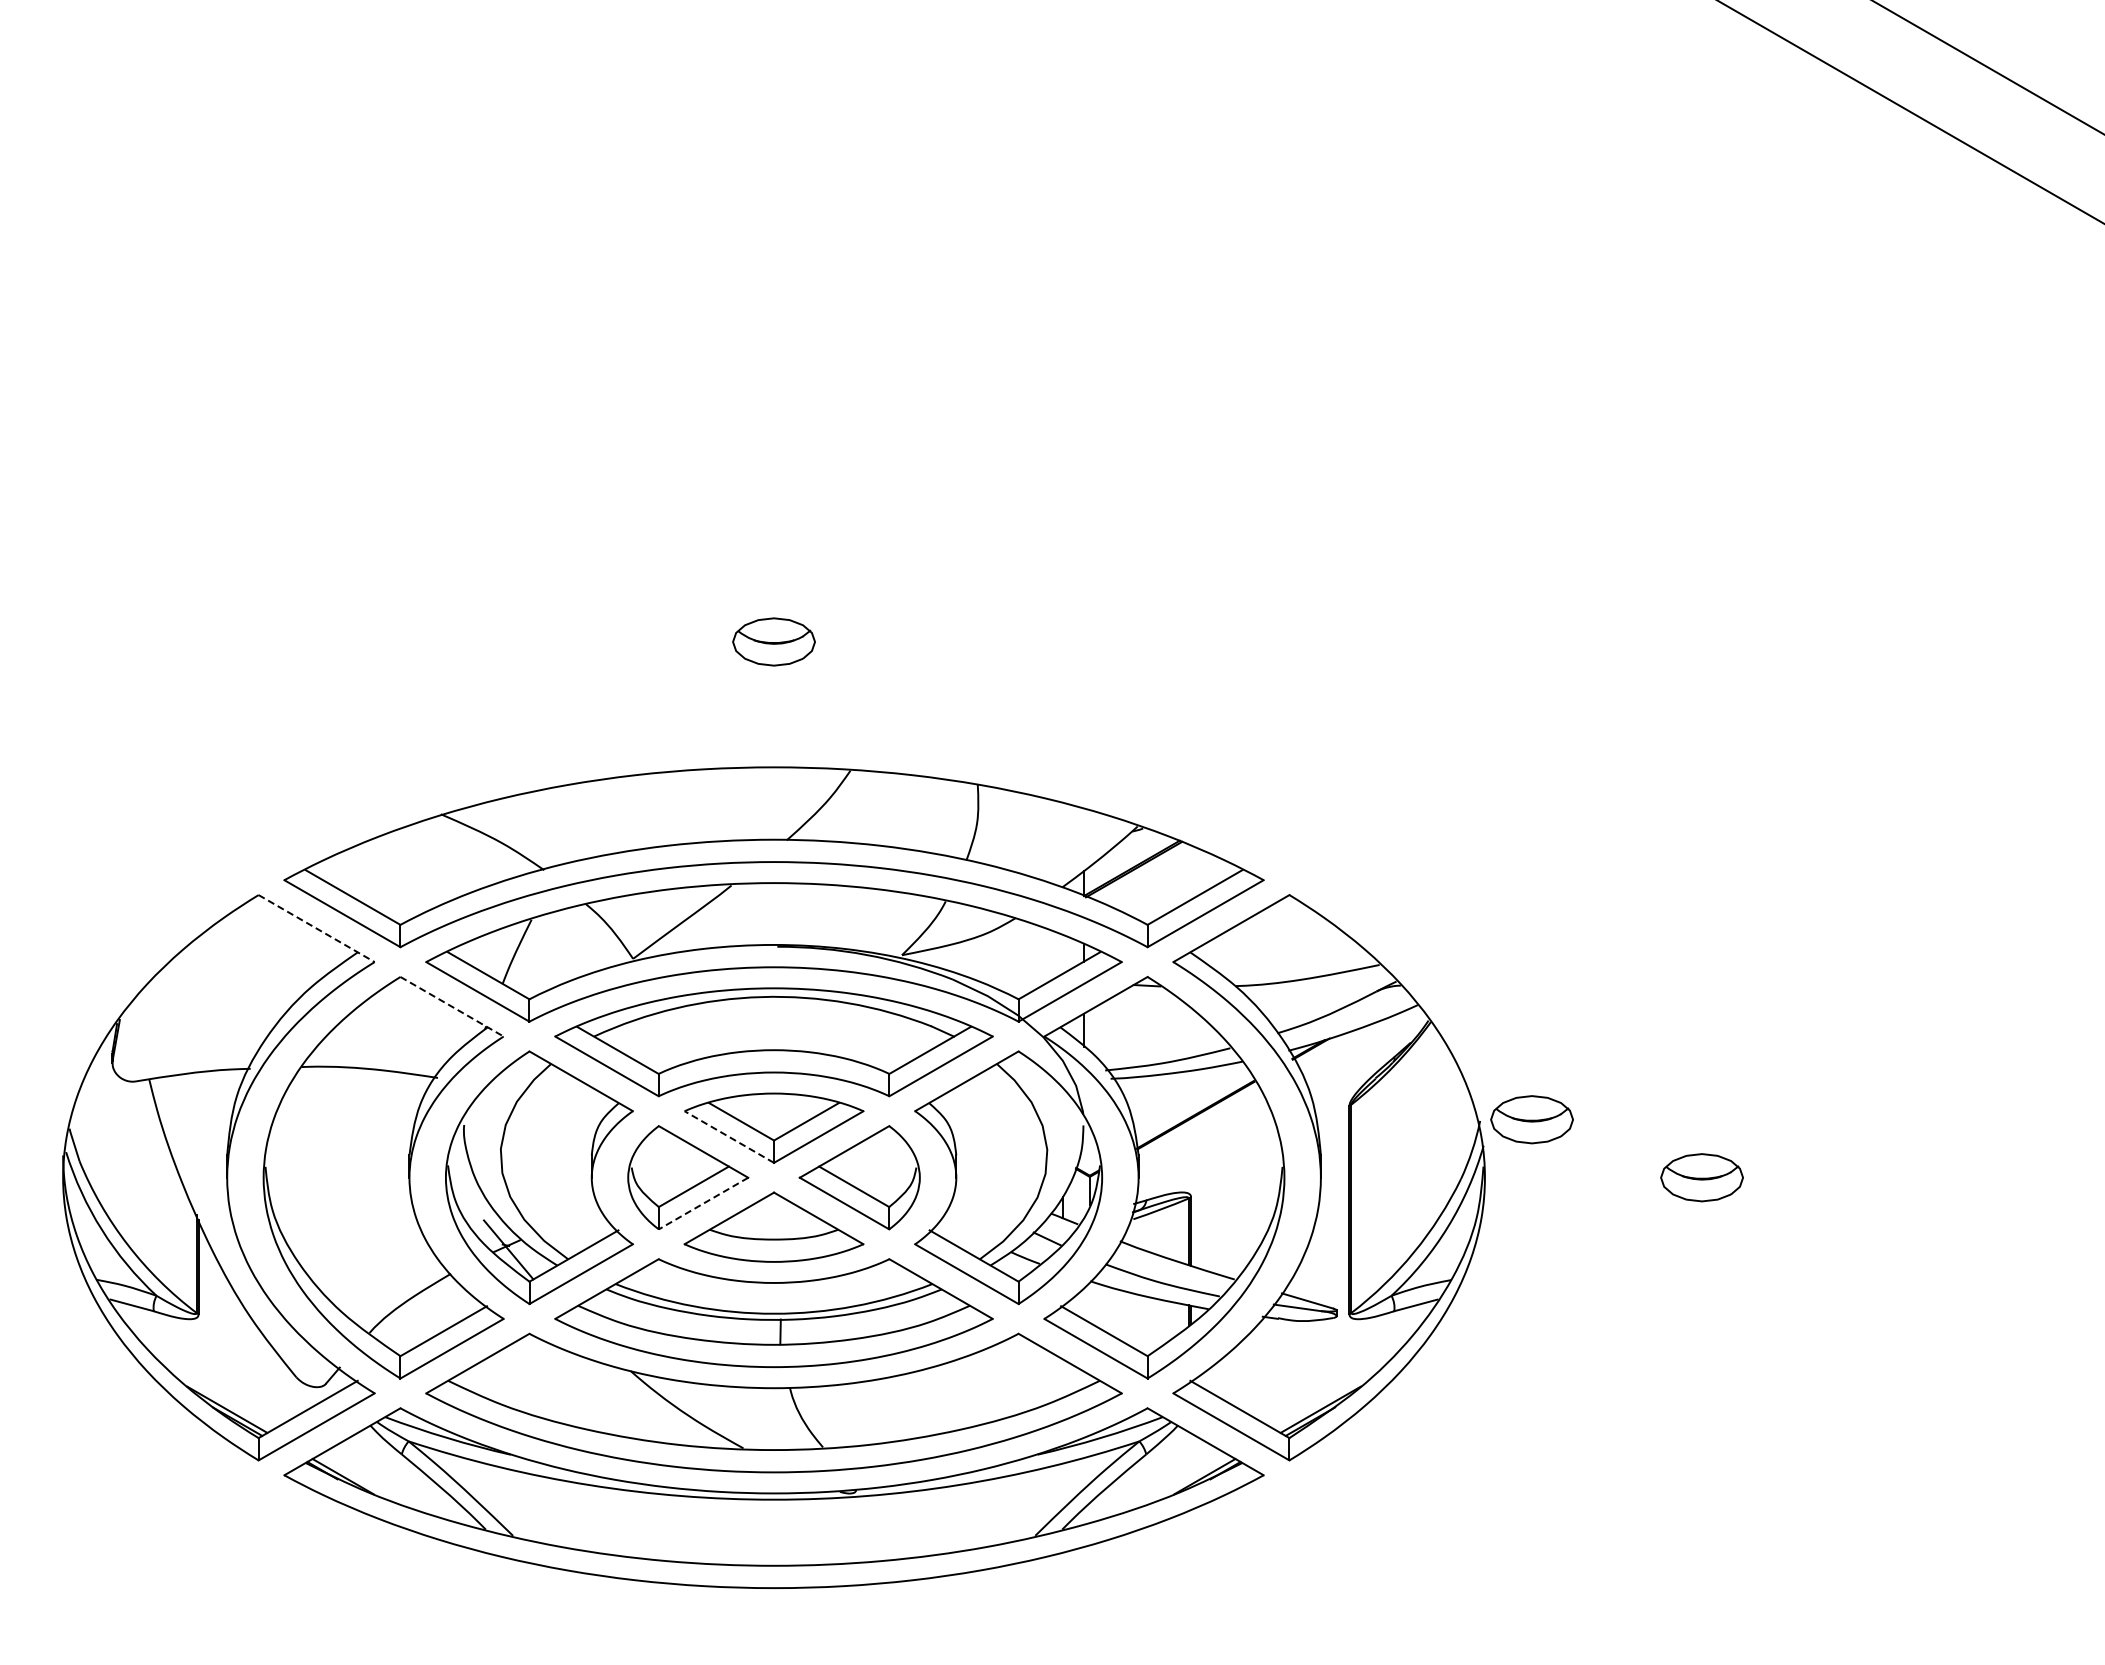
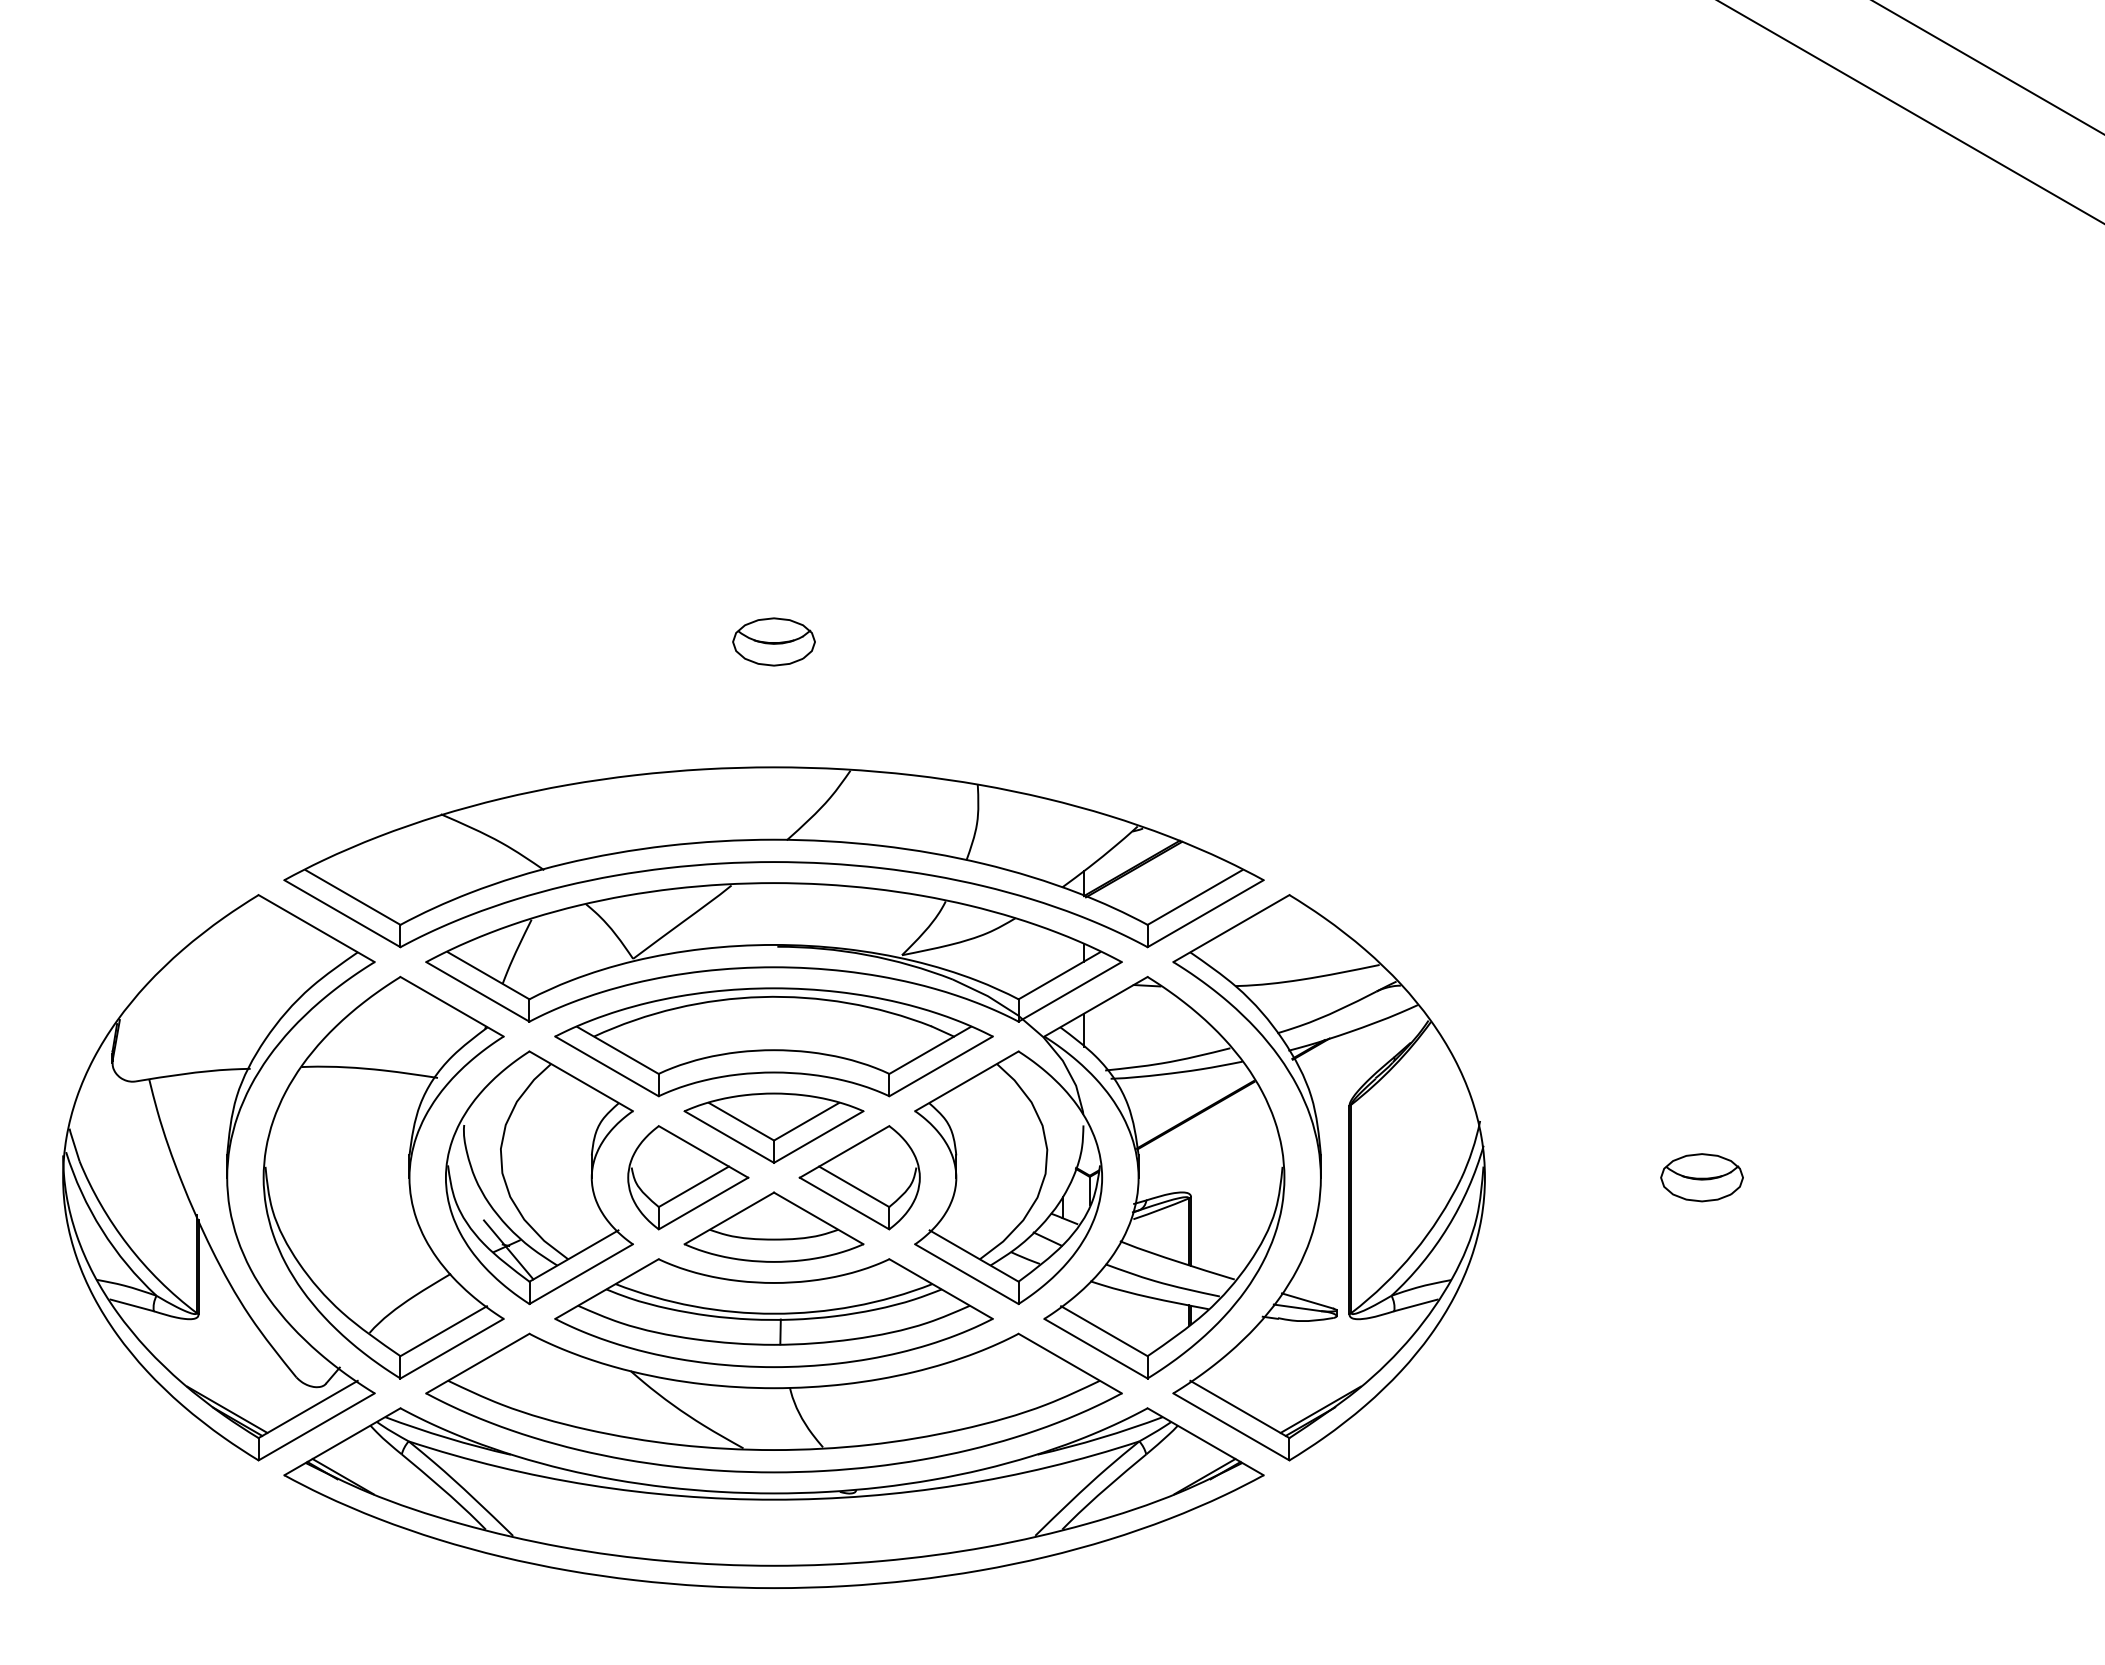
line at (317, 928): dashed -> solid
line at (452, 1006): dashed -> solid
part at (1531, 1119): present -> none
line at (729, 1137): dashed -> solid
line at (703, 1203): dashed -> solid
